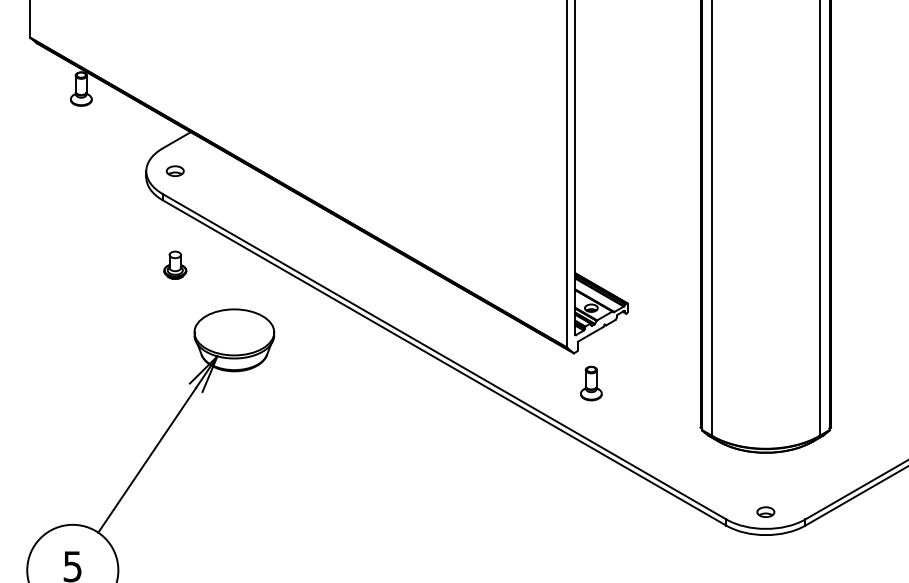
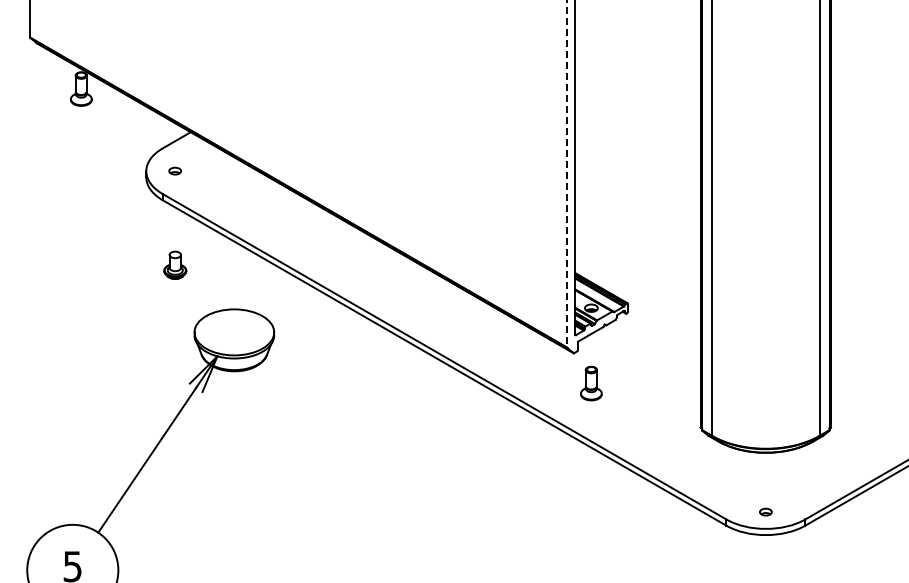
part at (174, 170) size: 20x12 px -> 14x10 px
line at (567, 174): solid -> dashed
part at (765, 511) size: 20x12 px -> 14x10 px
